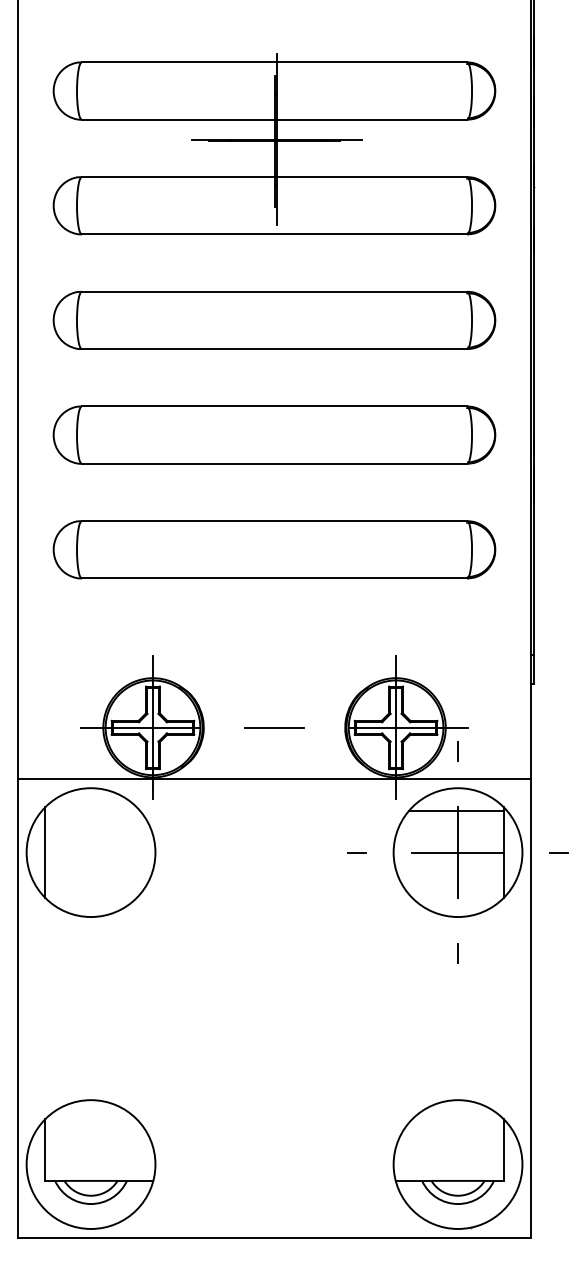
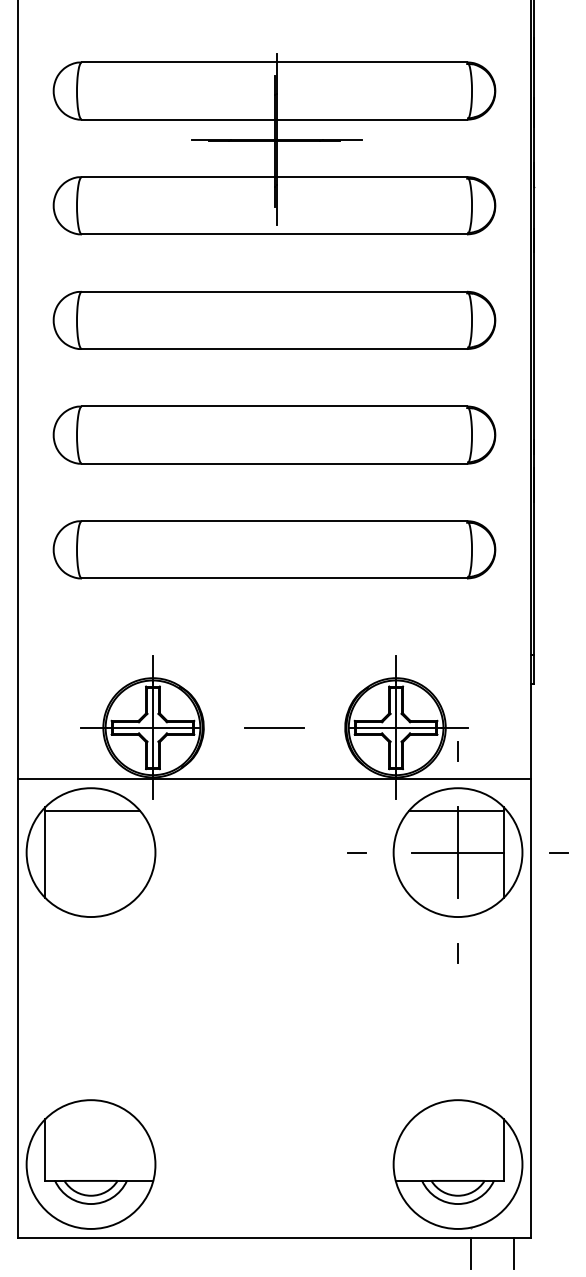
line at (92, 810): none -> present
line at (470, 1253): none -> present
line at (514, 1253): none -> present
